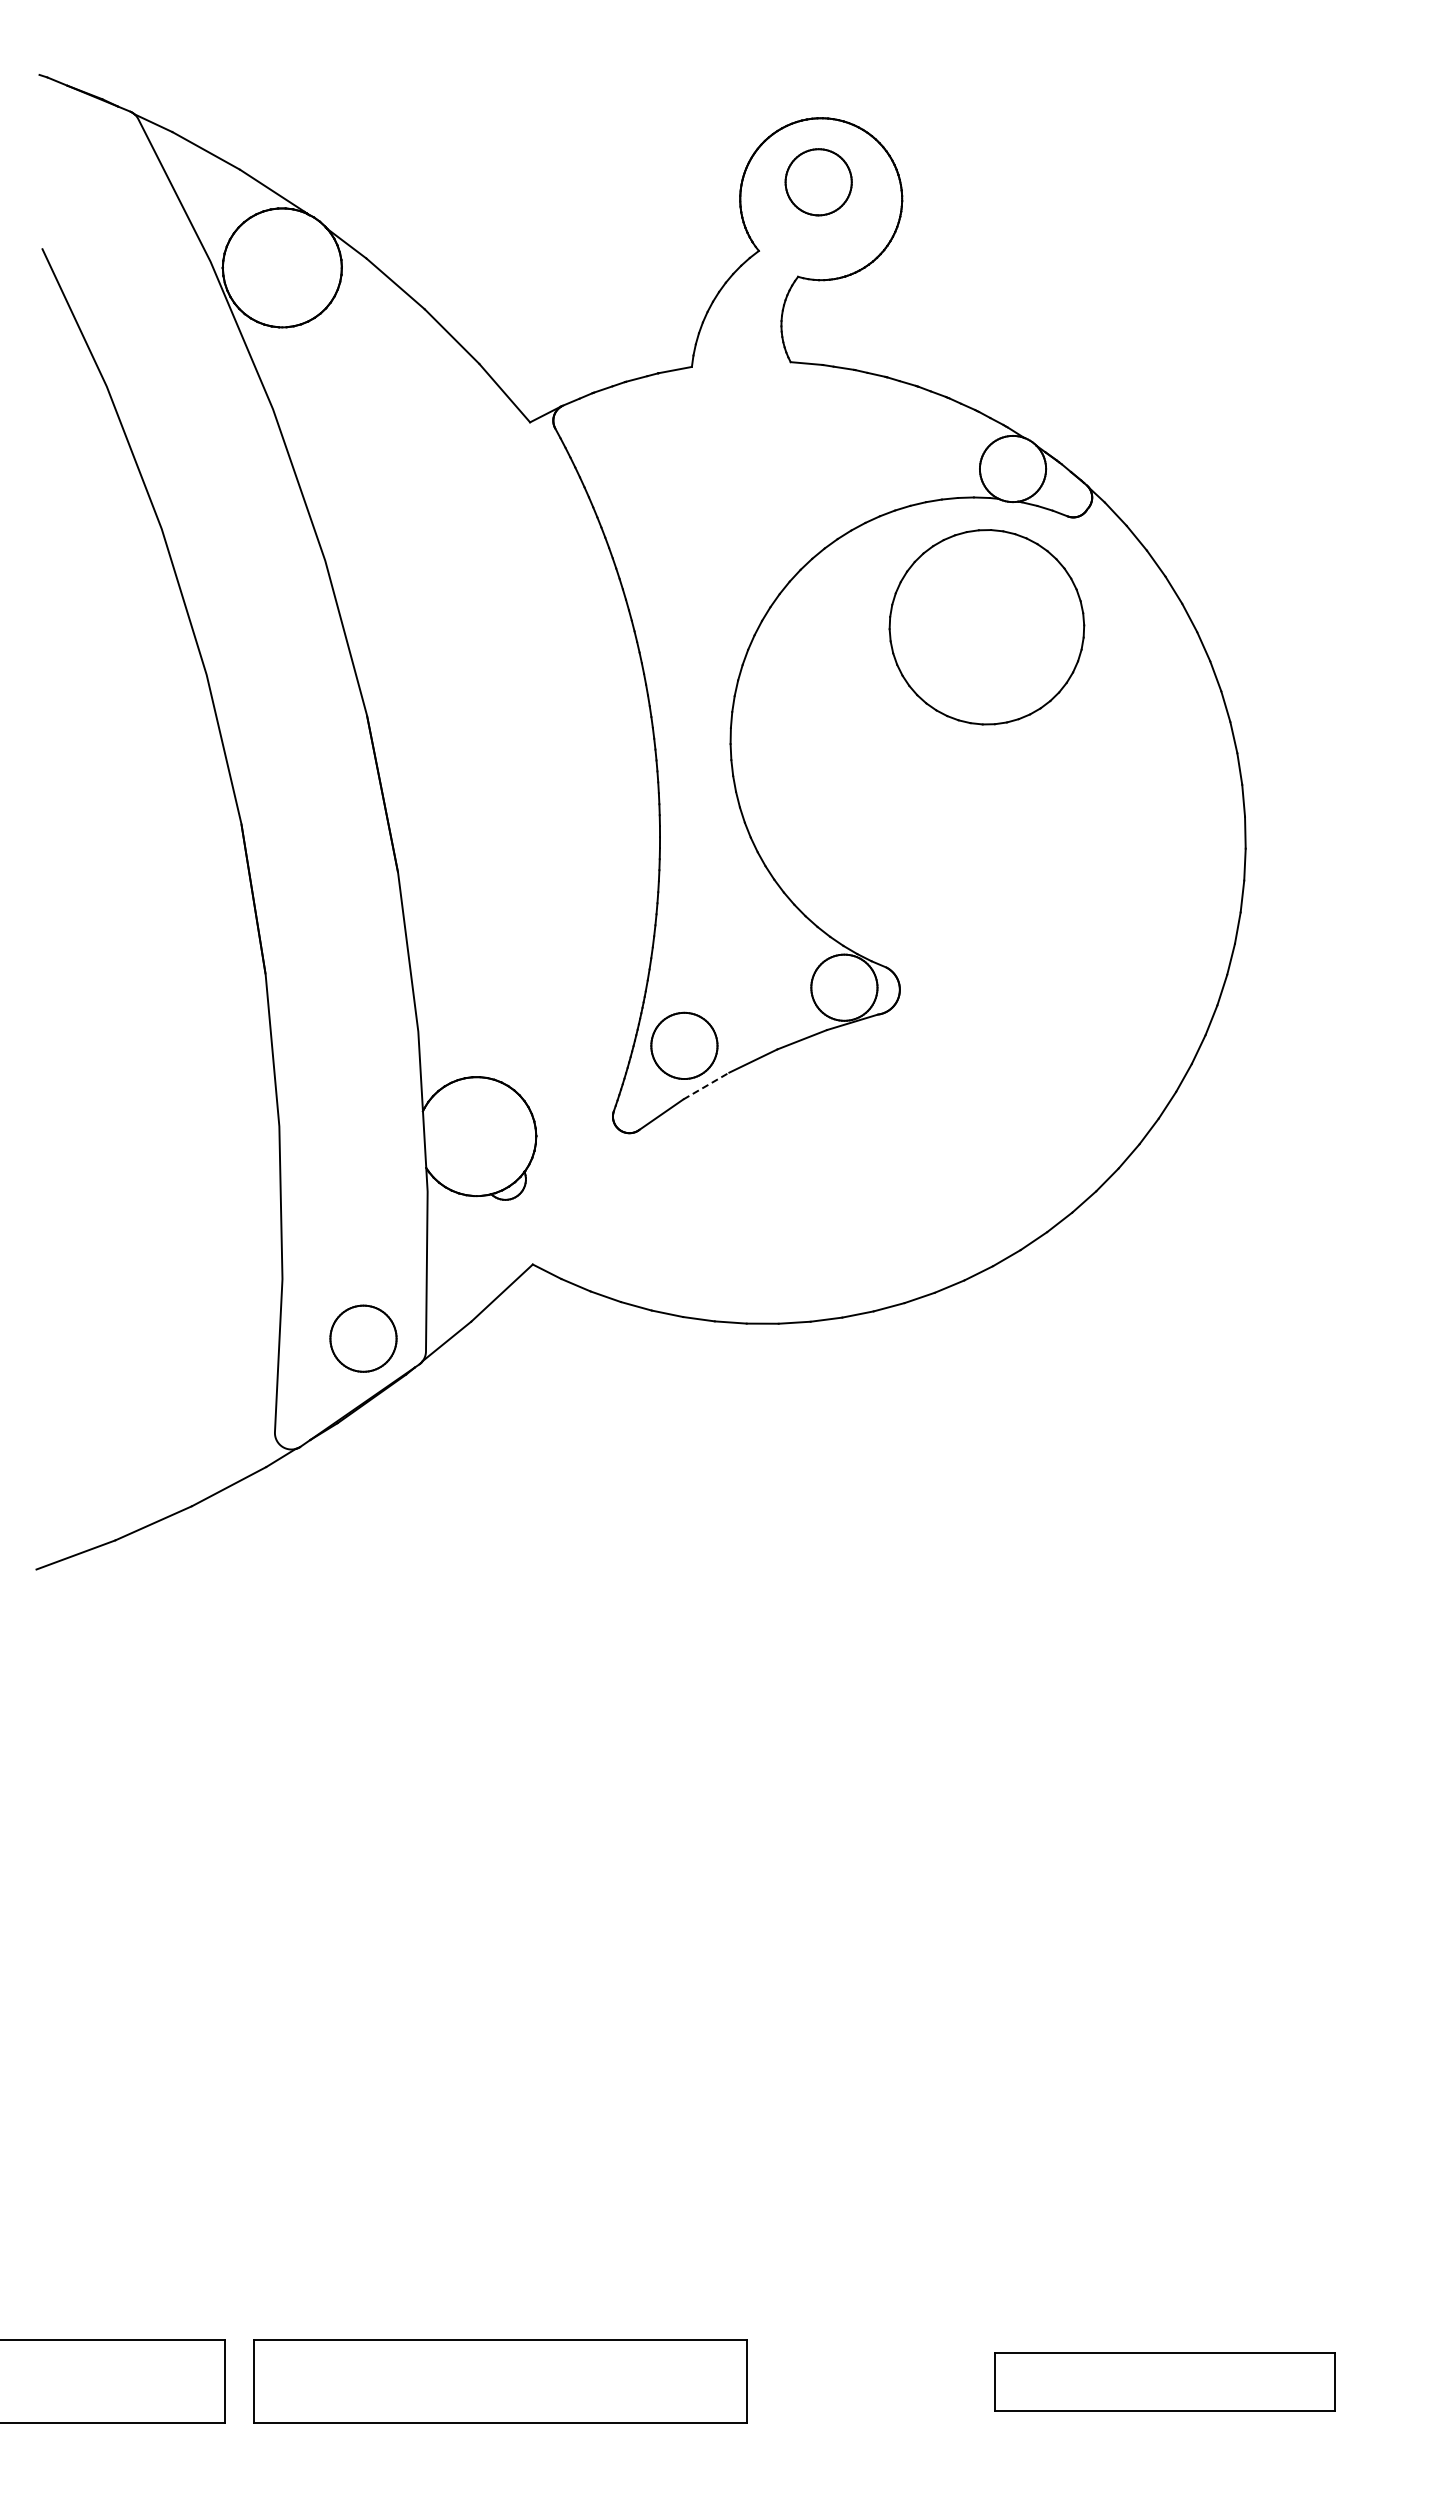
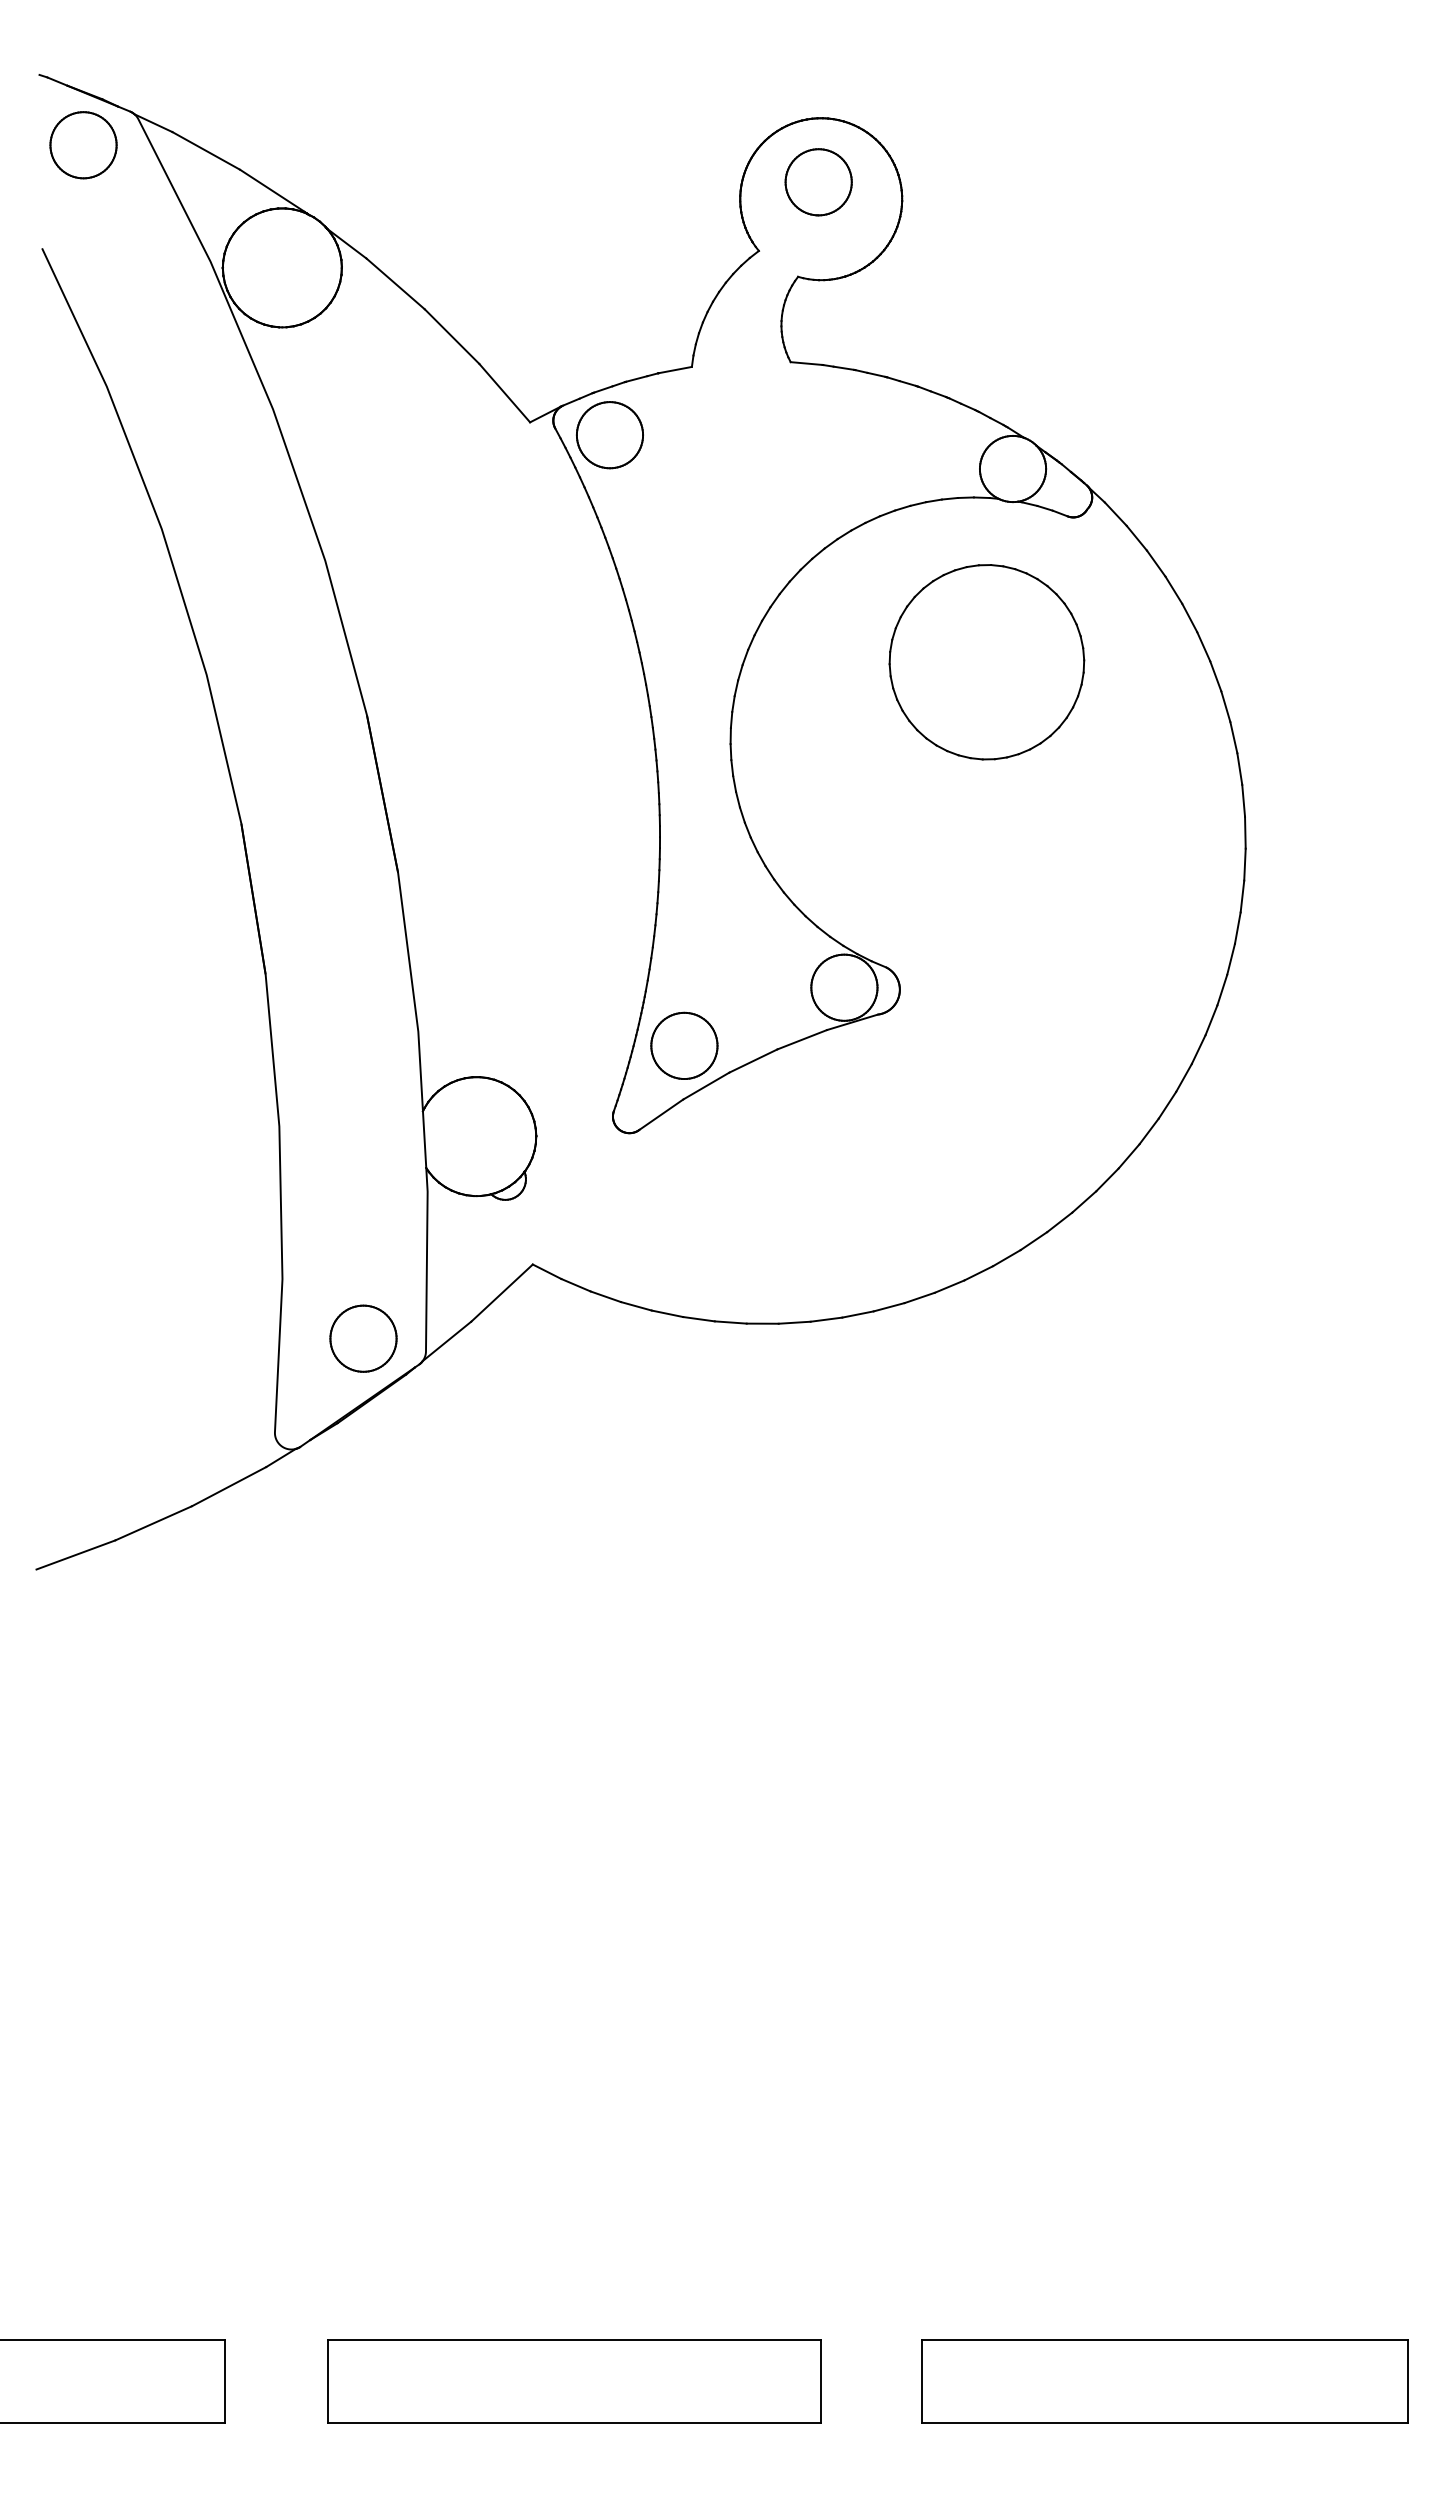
part at (83, 145): none -> present
part at (609, 435): none -> present
part at (986, 627) position: (986, 627) -> (986, 662)
line at (706, 1086): dashed -> solid
part at (500, 2381) position: (500, 2381) -> (574, 2381)
part at (1164, 2381) size: 342x60 px -> 488x85 px
